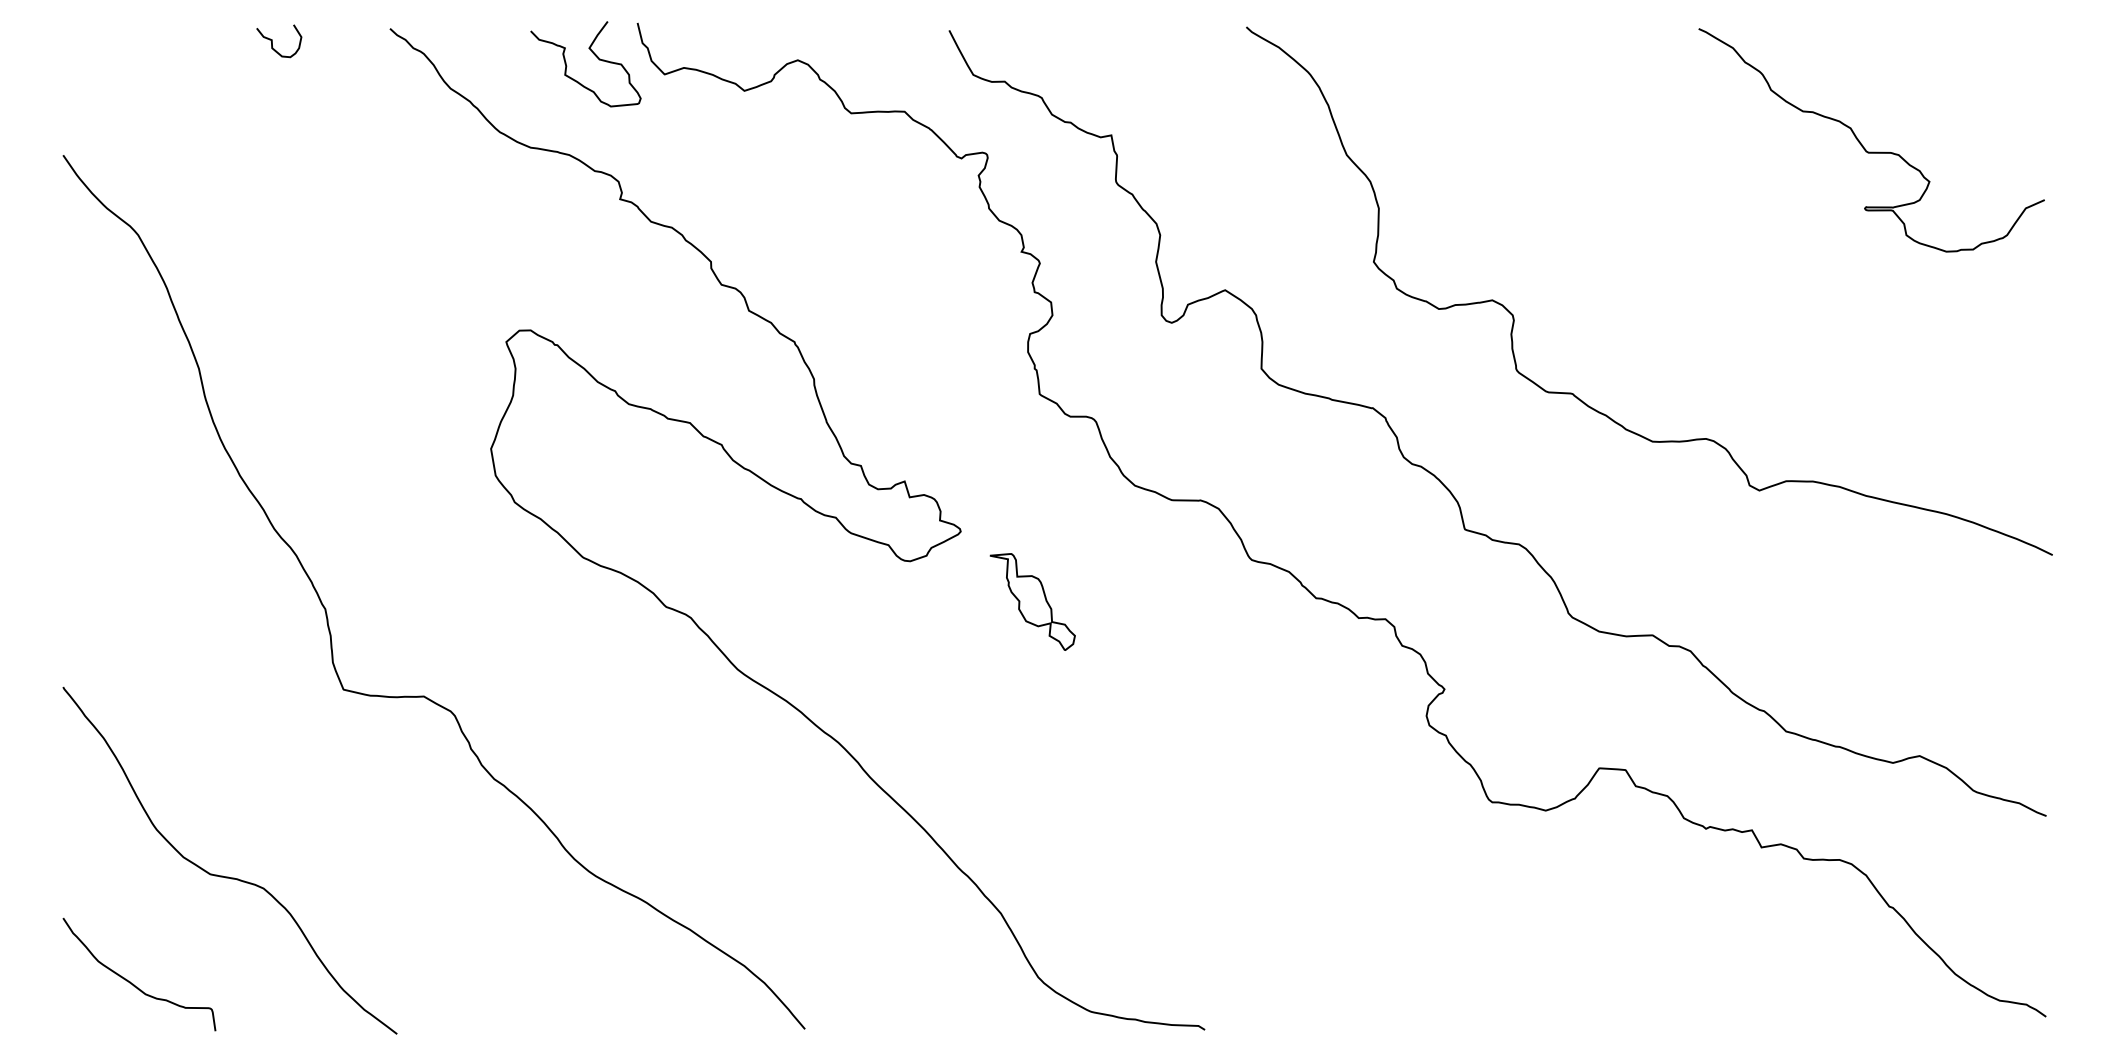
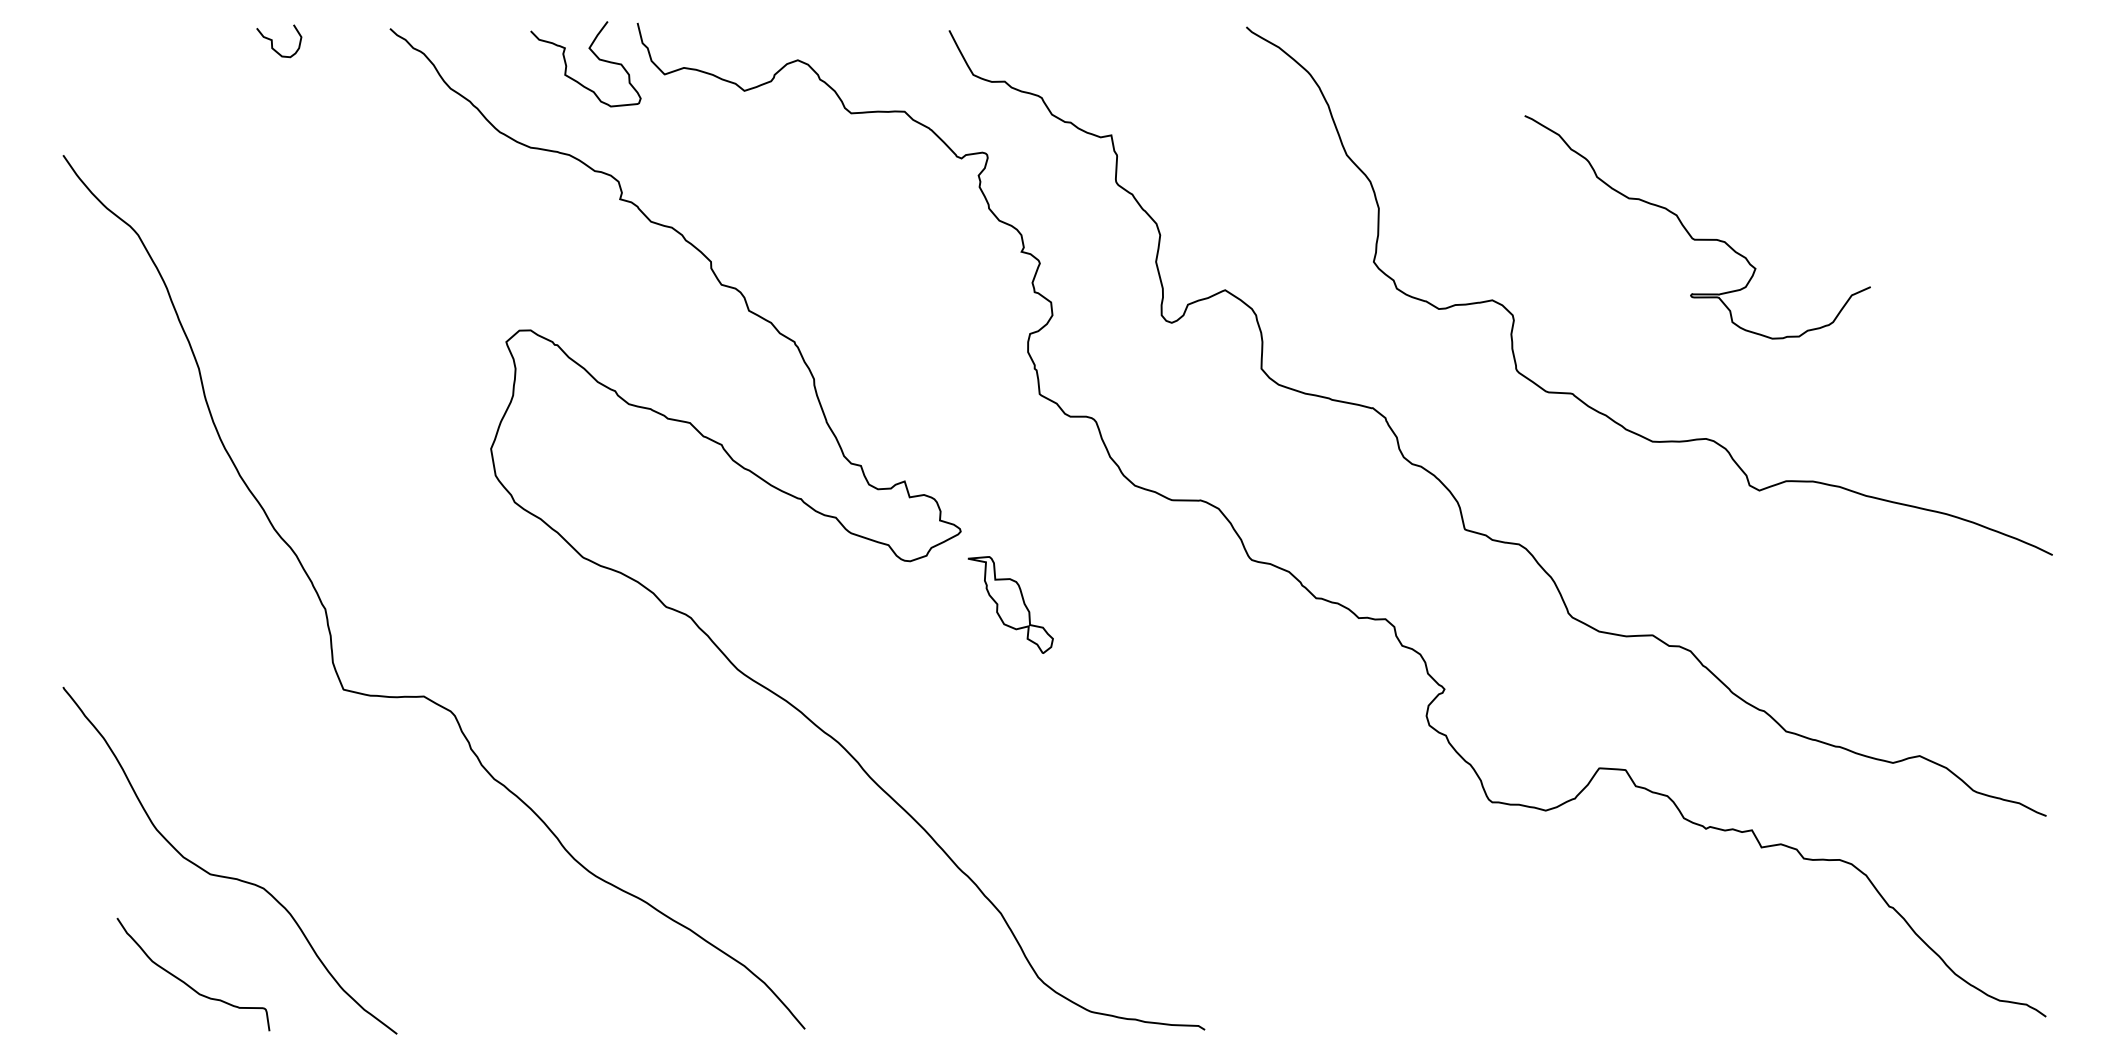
curve at (1863, 145) position: (1863, 145) -> (1689, 232)
part at (1032, 601) position: (1032, 601) -> (1010, 604)
curve at (133, 983) position: (133, 983) -> (187, 983)
